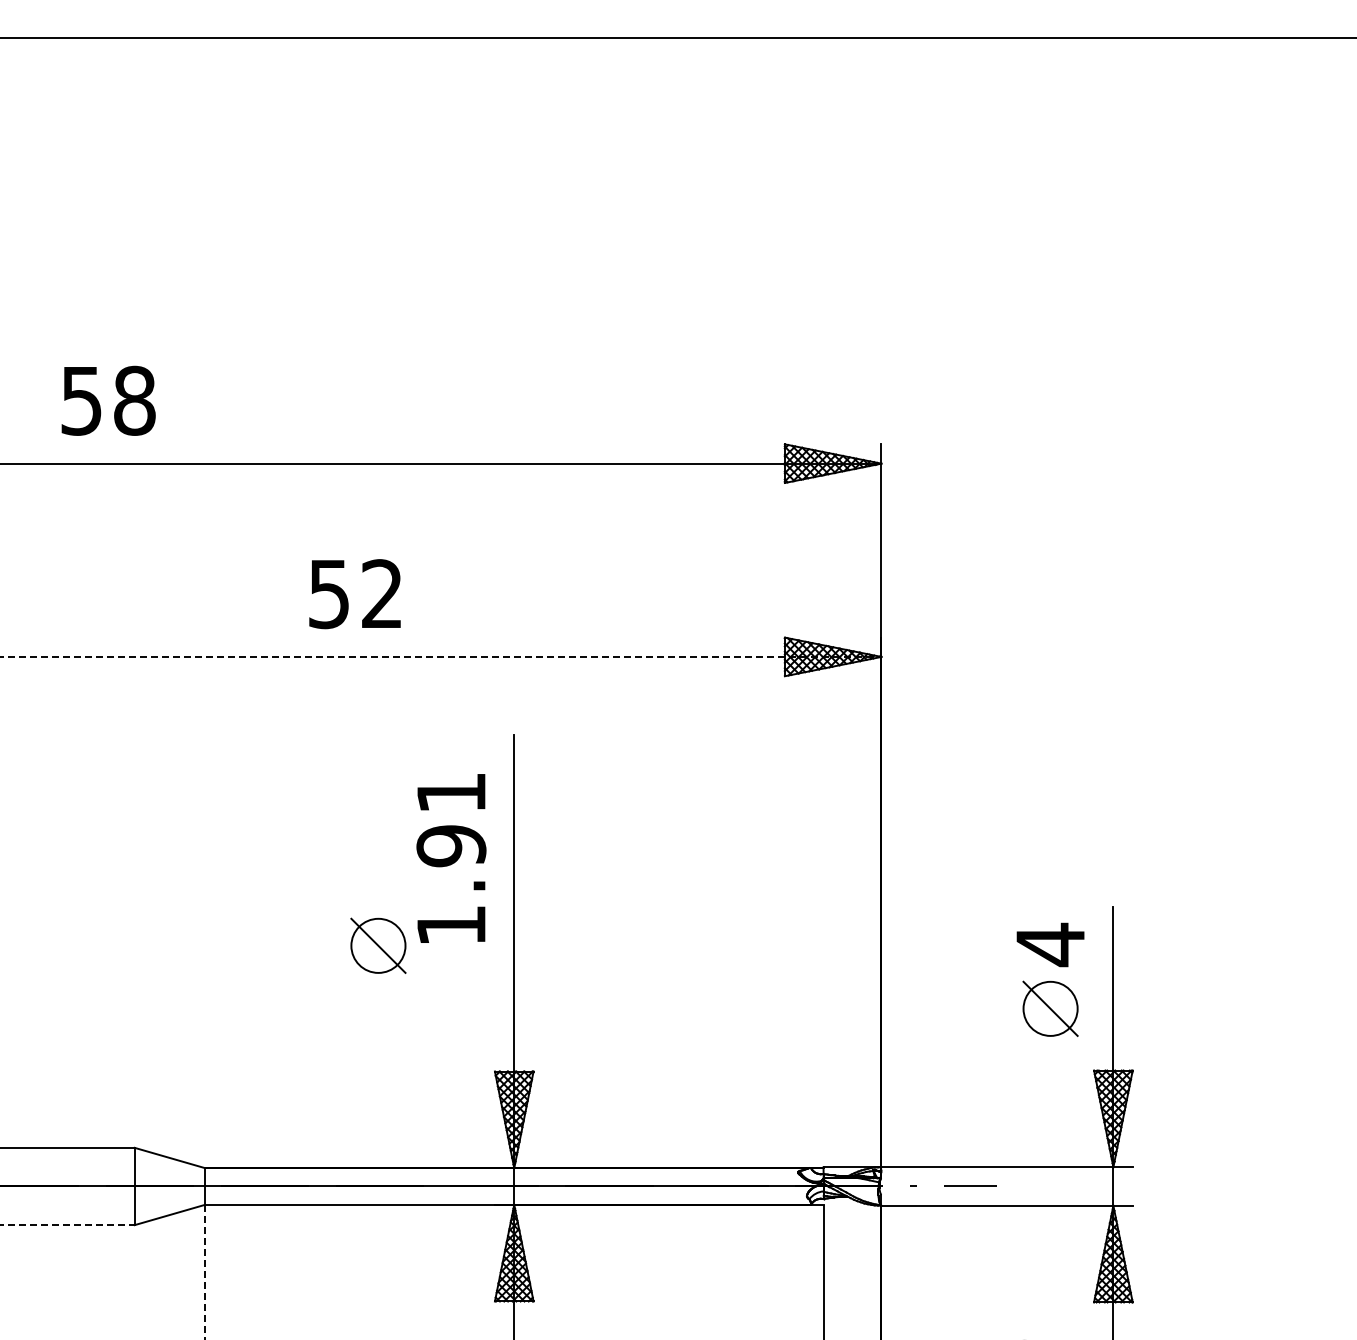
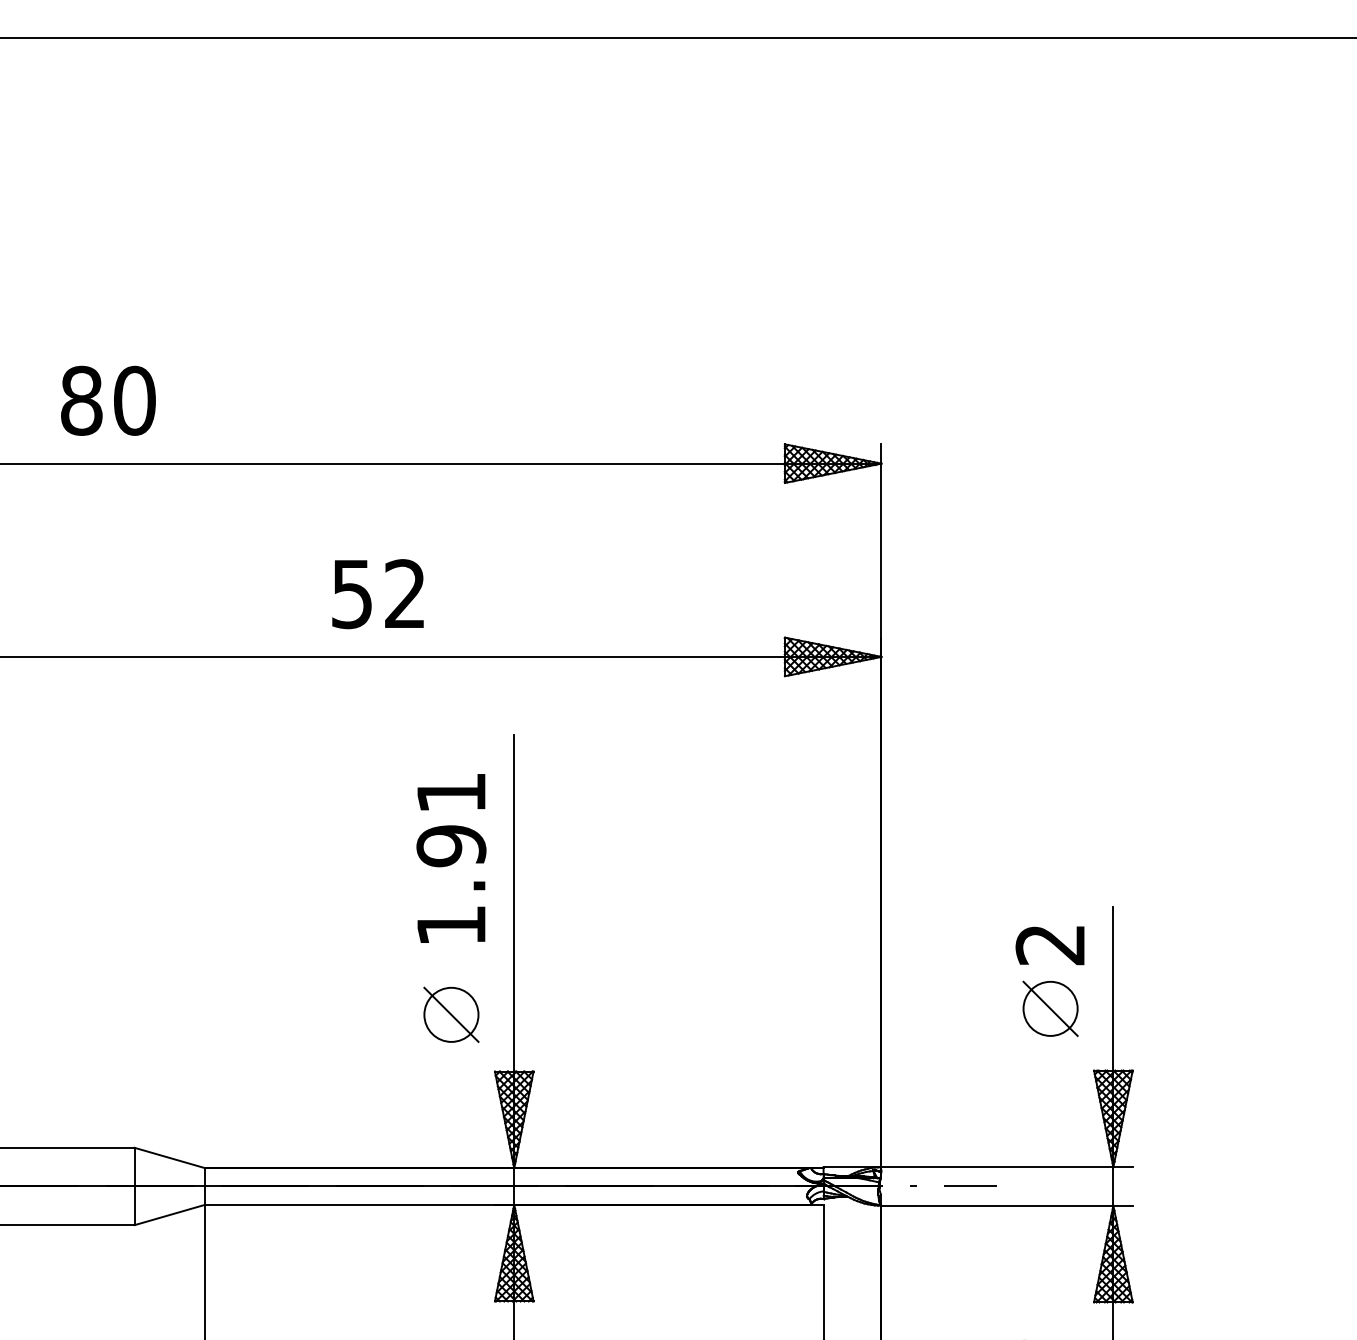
text at (108, 400): 58 -> 80
text at (354, 594) position: (354, 594) -> (377, 594)
line at (440, 656): dashed -> solid
text at (1049, 944): 4 -> 2
part at (378, 945) position: (378, 945) -> (451, 1014)
line at (67, 1225): dashed -> solid
line at (205, 1272): dashed -> solid
